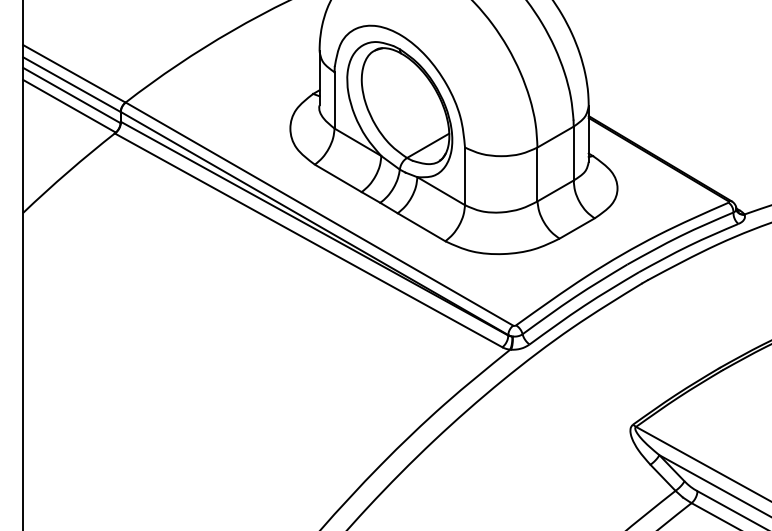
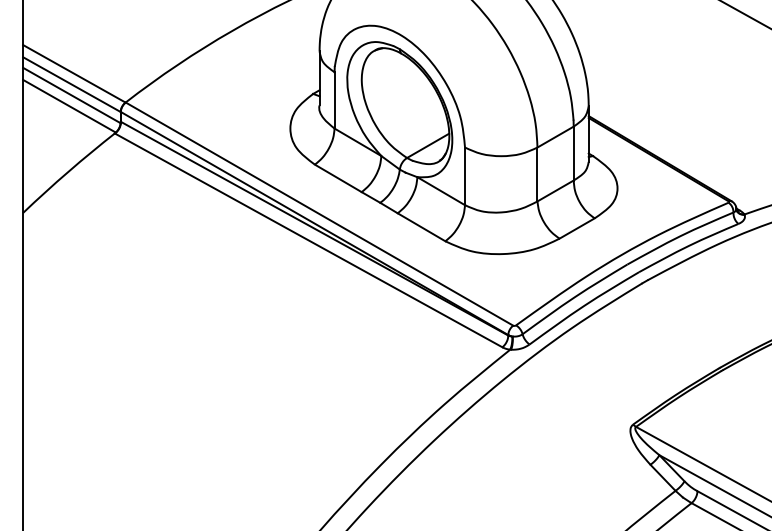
line at (745, 14): none -> present
